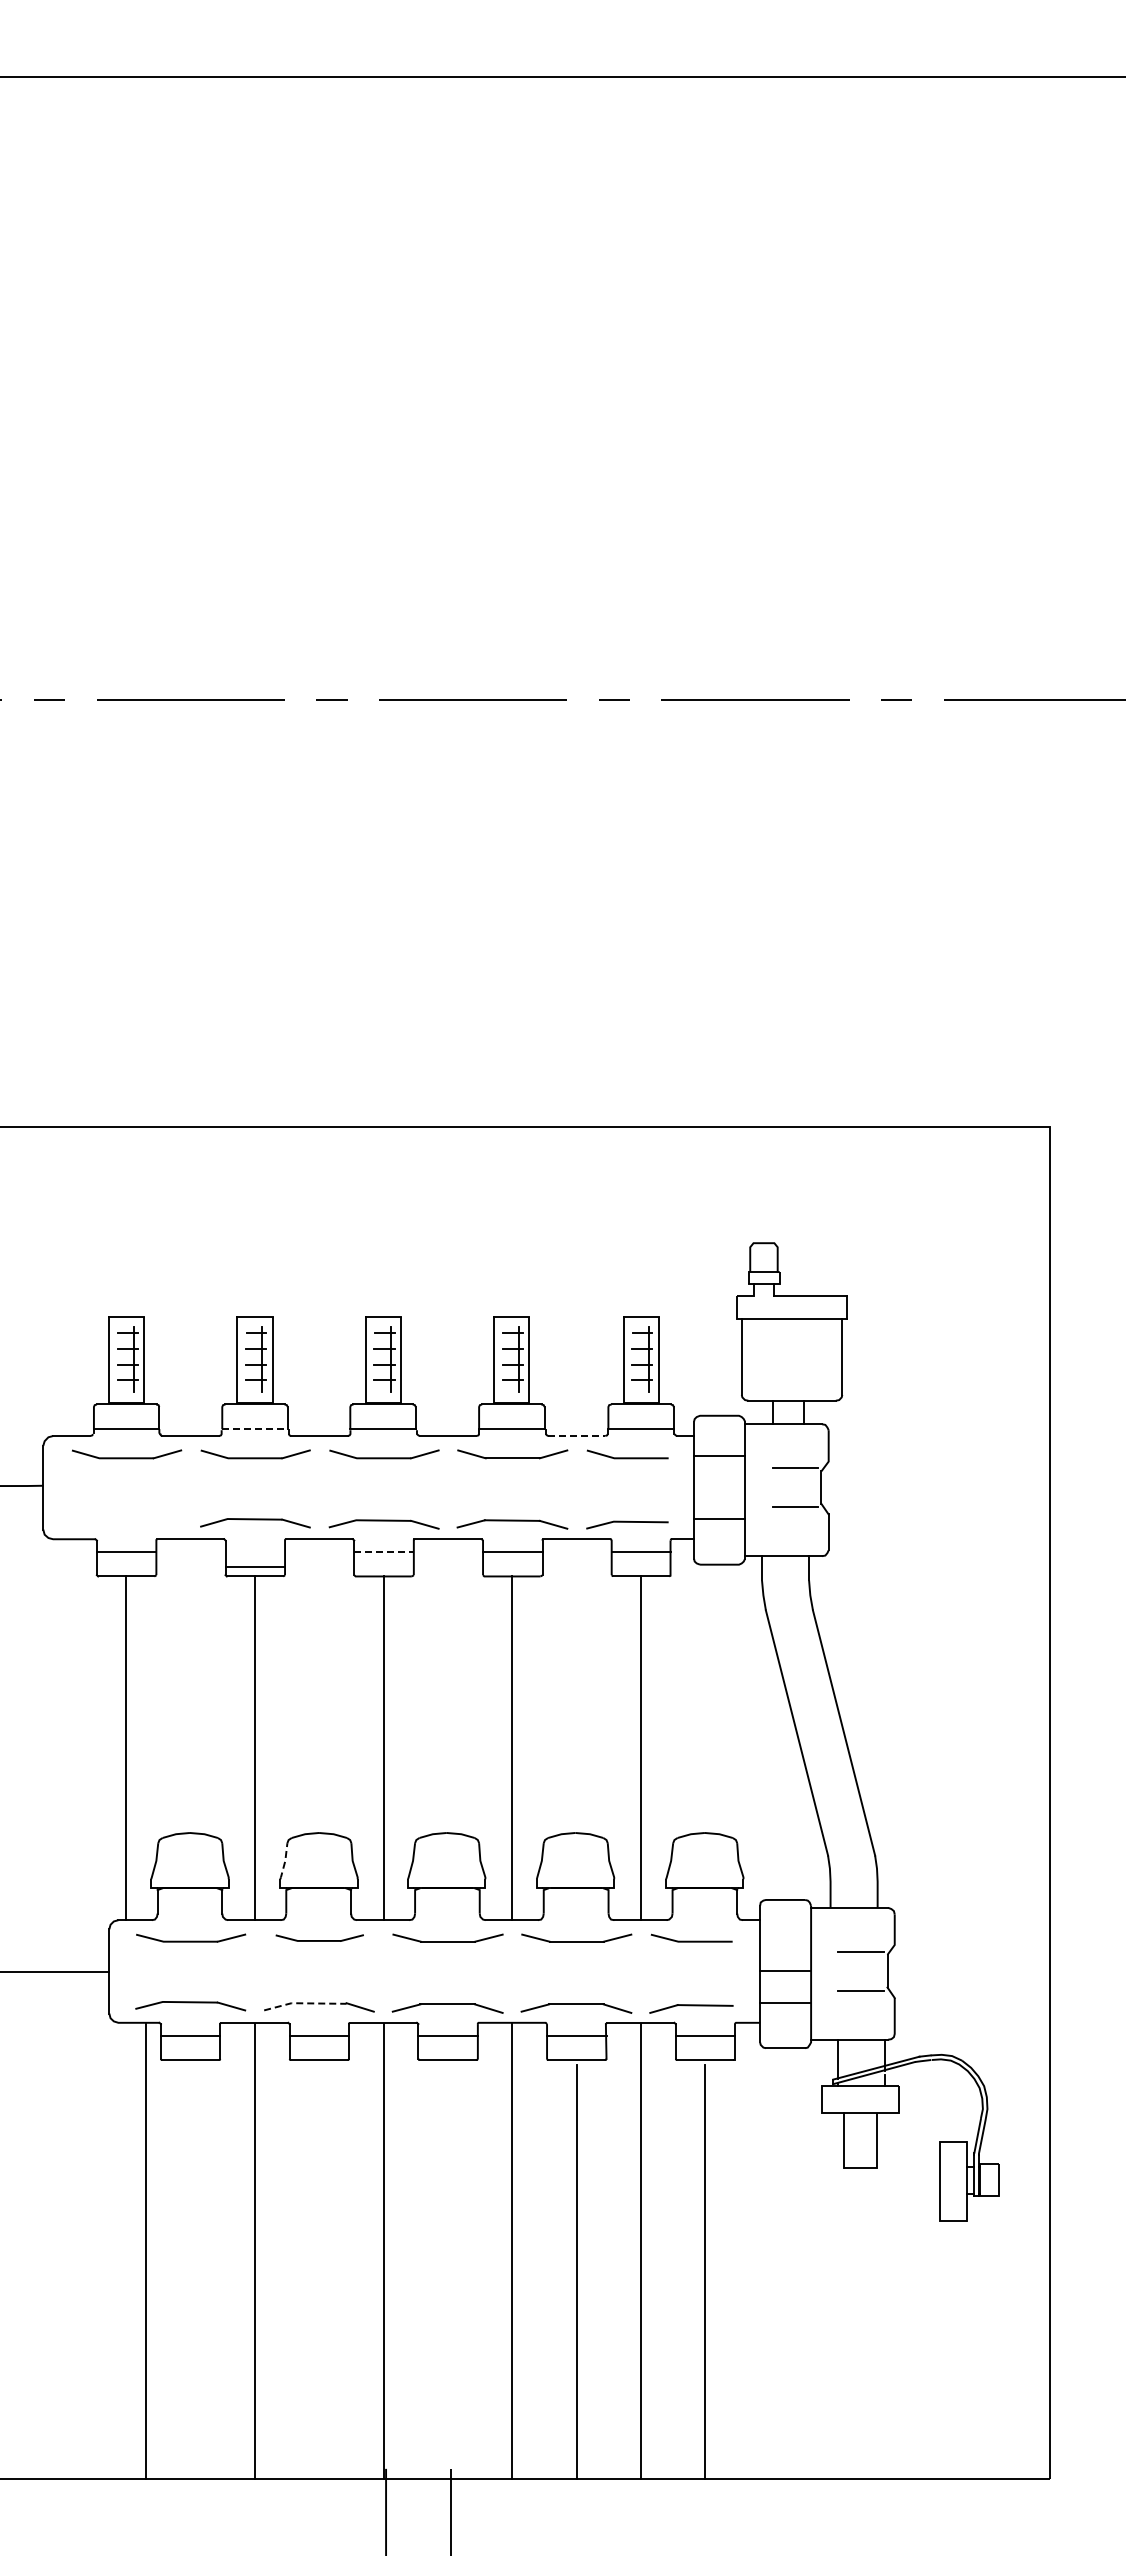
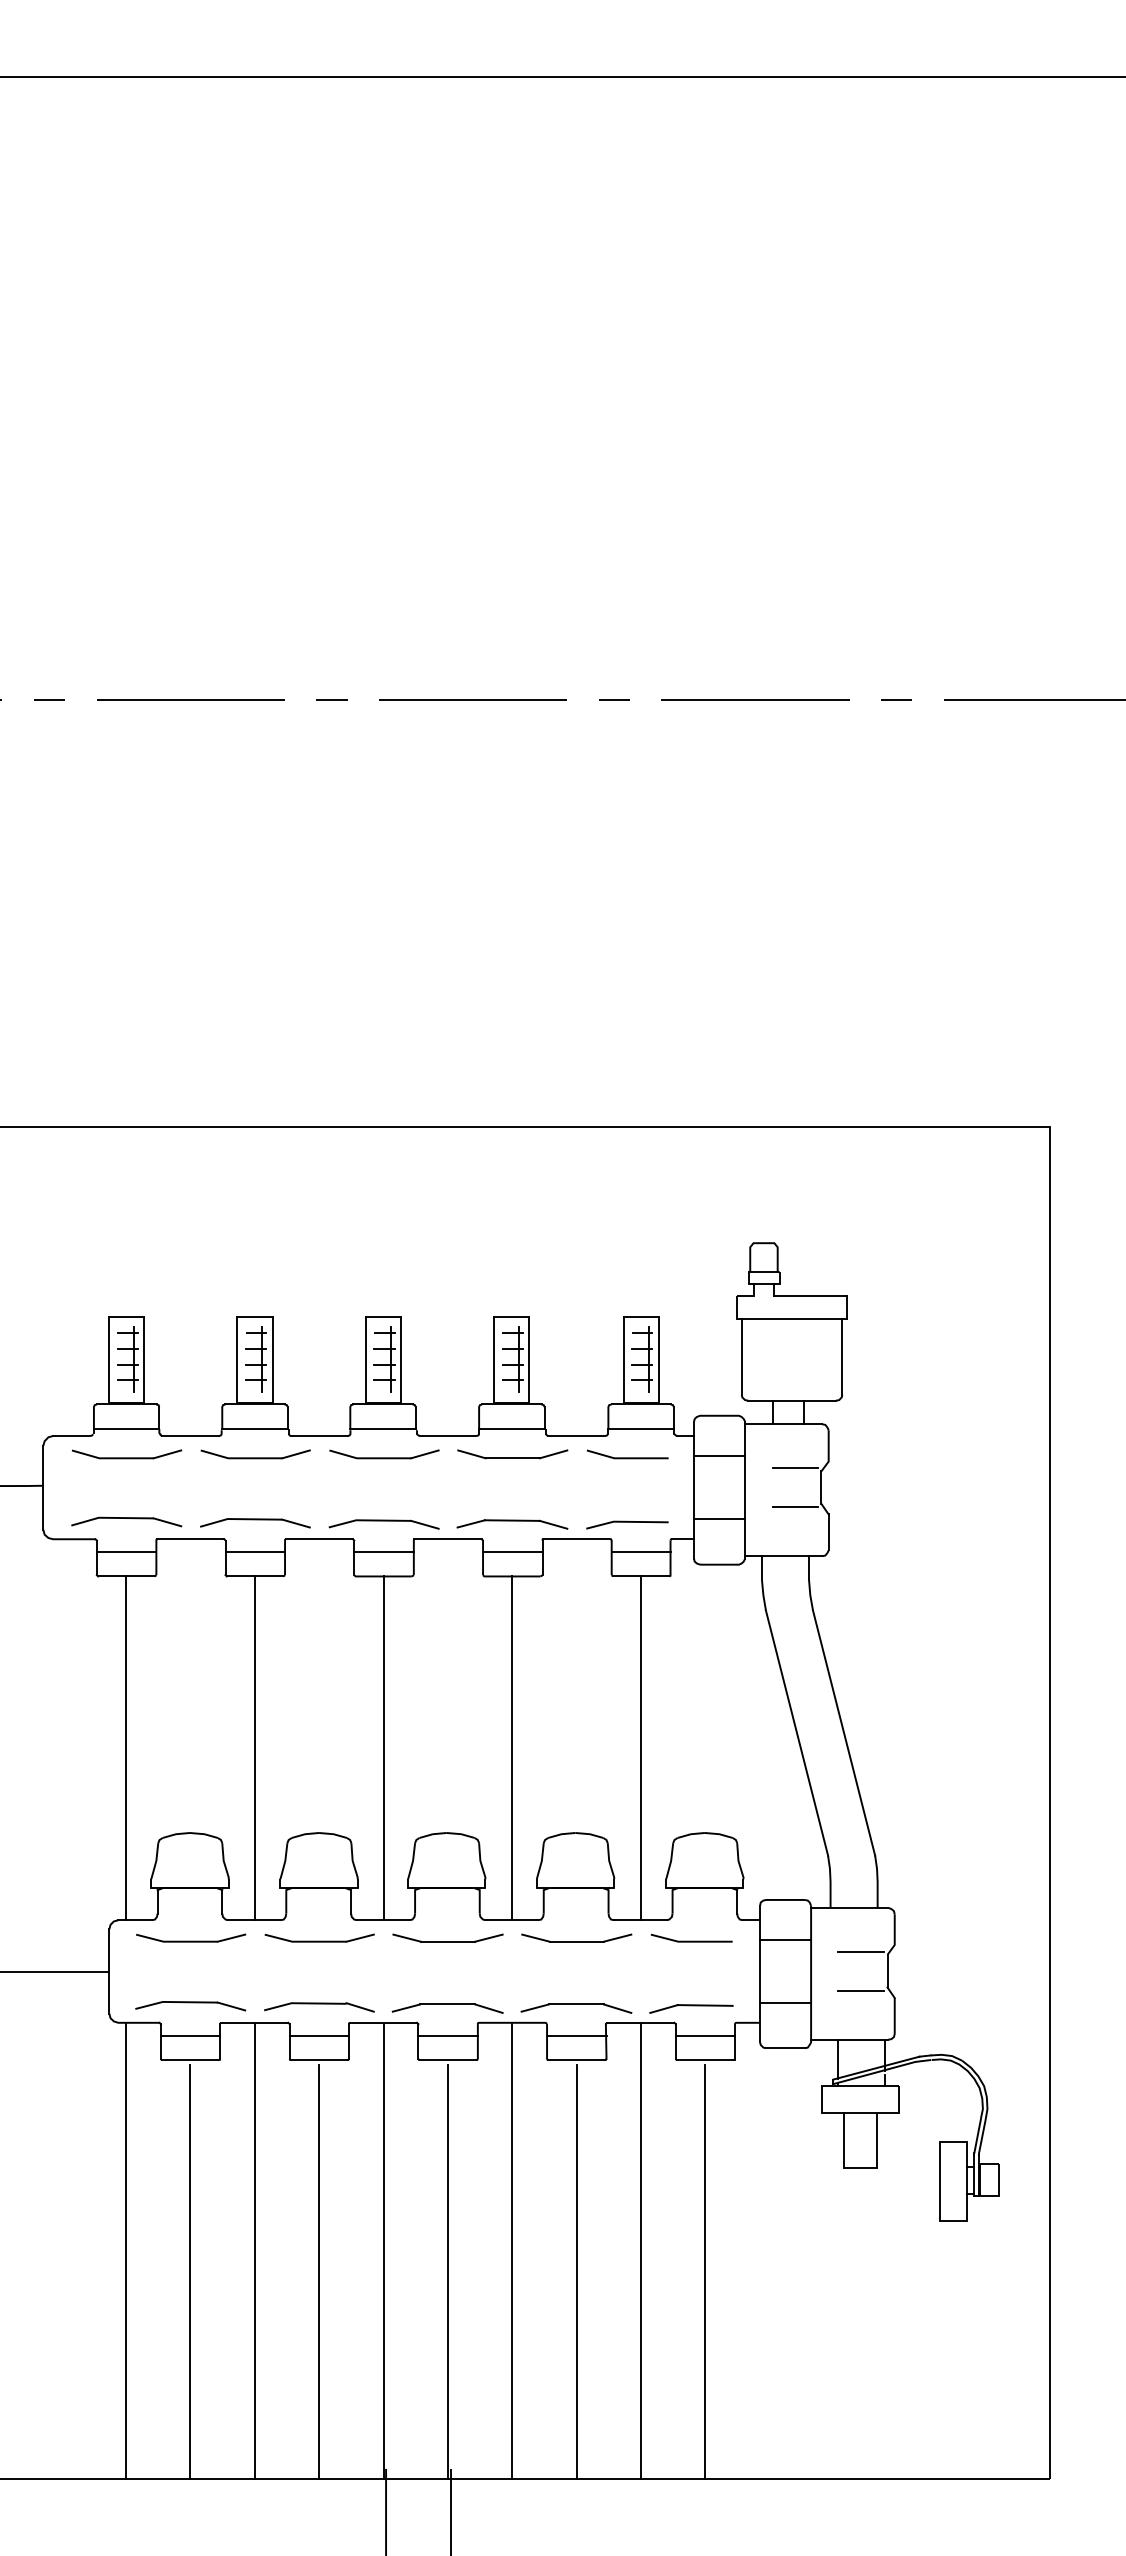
line at (254, 1429): dashed -> solid
line at (577, 1436): dashed -> solid
part at (126, 1521): none -> present
line at (384, 1551): dashed -> solid
line at (255, 1566) position: (255, 1566) -> (255, 1551)
line at (285, 1861): dashed -> solid
part at (319, 1937) size: 89x8 px -> 111x10 px
line at (785, 1971) position: (785, 1971) -> (785, 1940)
line at (304, 2003): dashed -> solid
line at (146, 2251) position: (146, 2251) -> (126, 2251)
line at (190, 2271): none -> present
line at (319, 2271): none -> present
line at (447, 2271): none -> present
